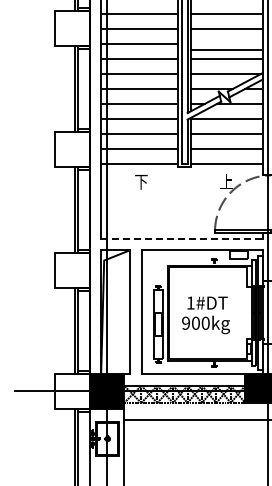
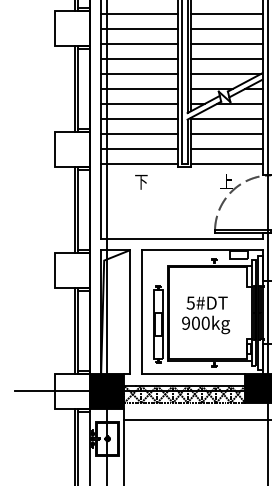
line at (226, 49) position: (226, 49) -> (226, 43)
line at (181, 238): dashed -> solid
text at (190, 302): 1#DT -> 5#DT
